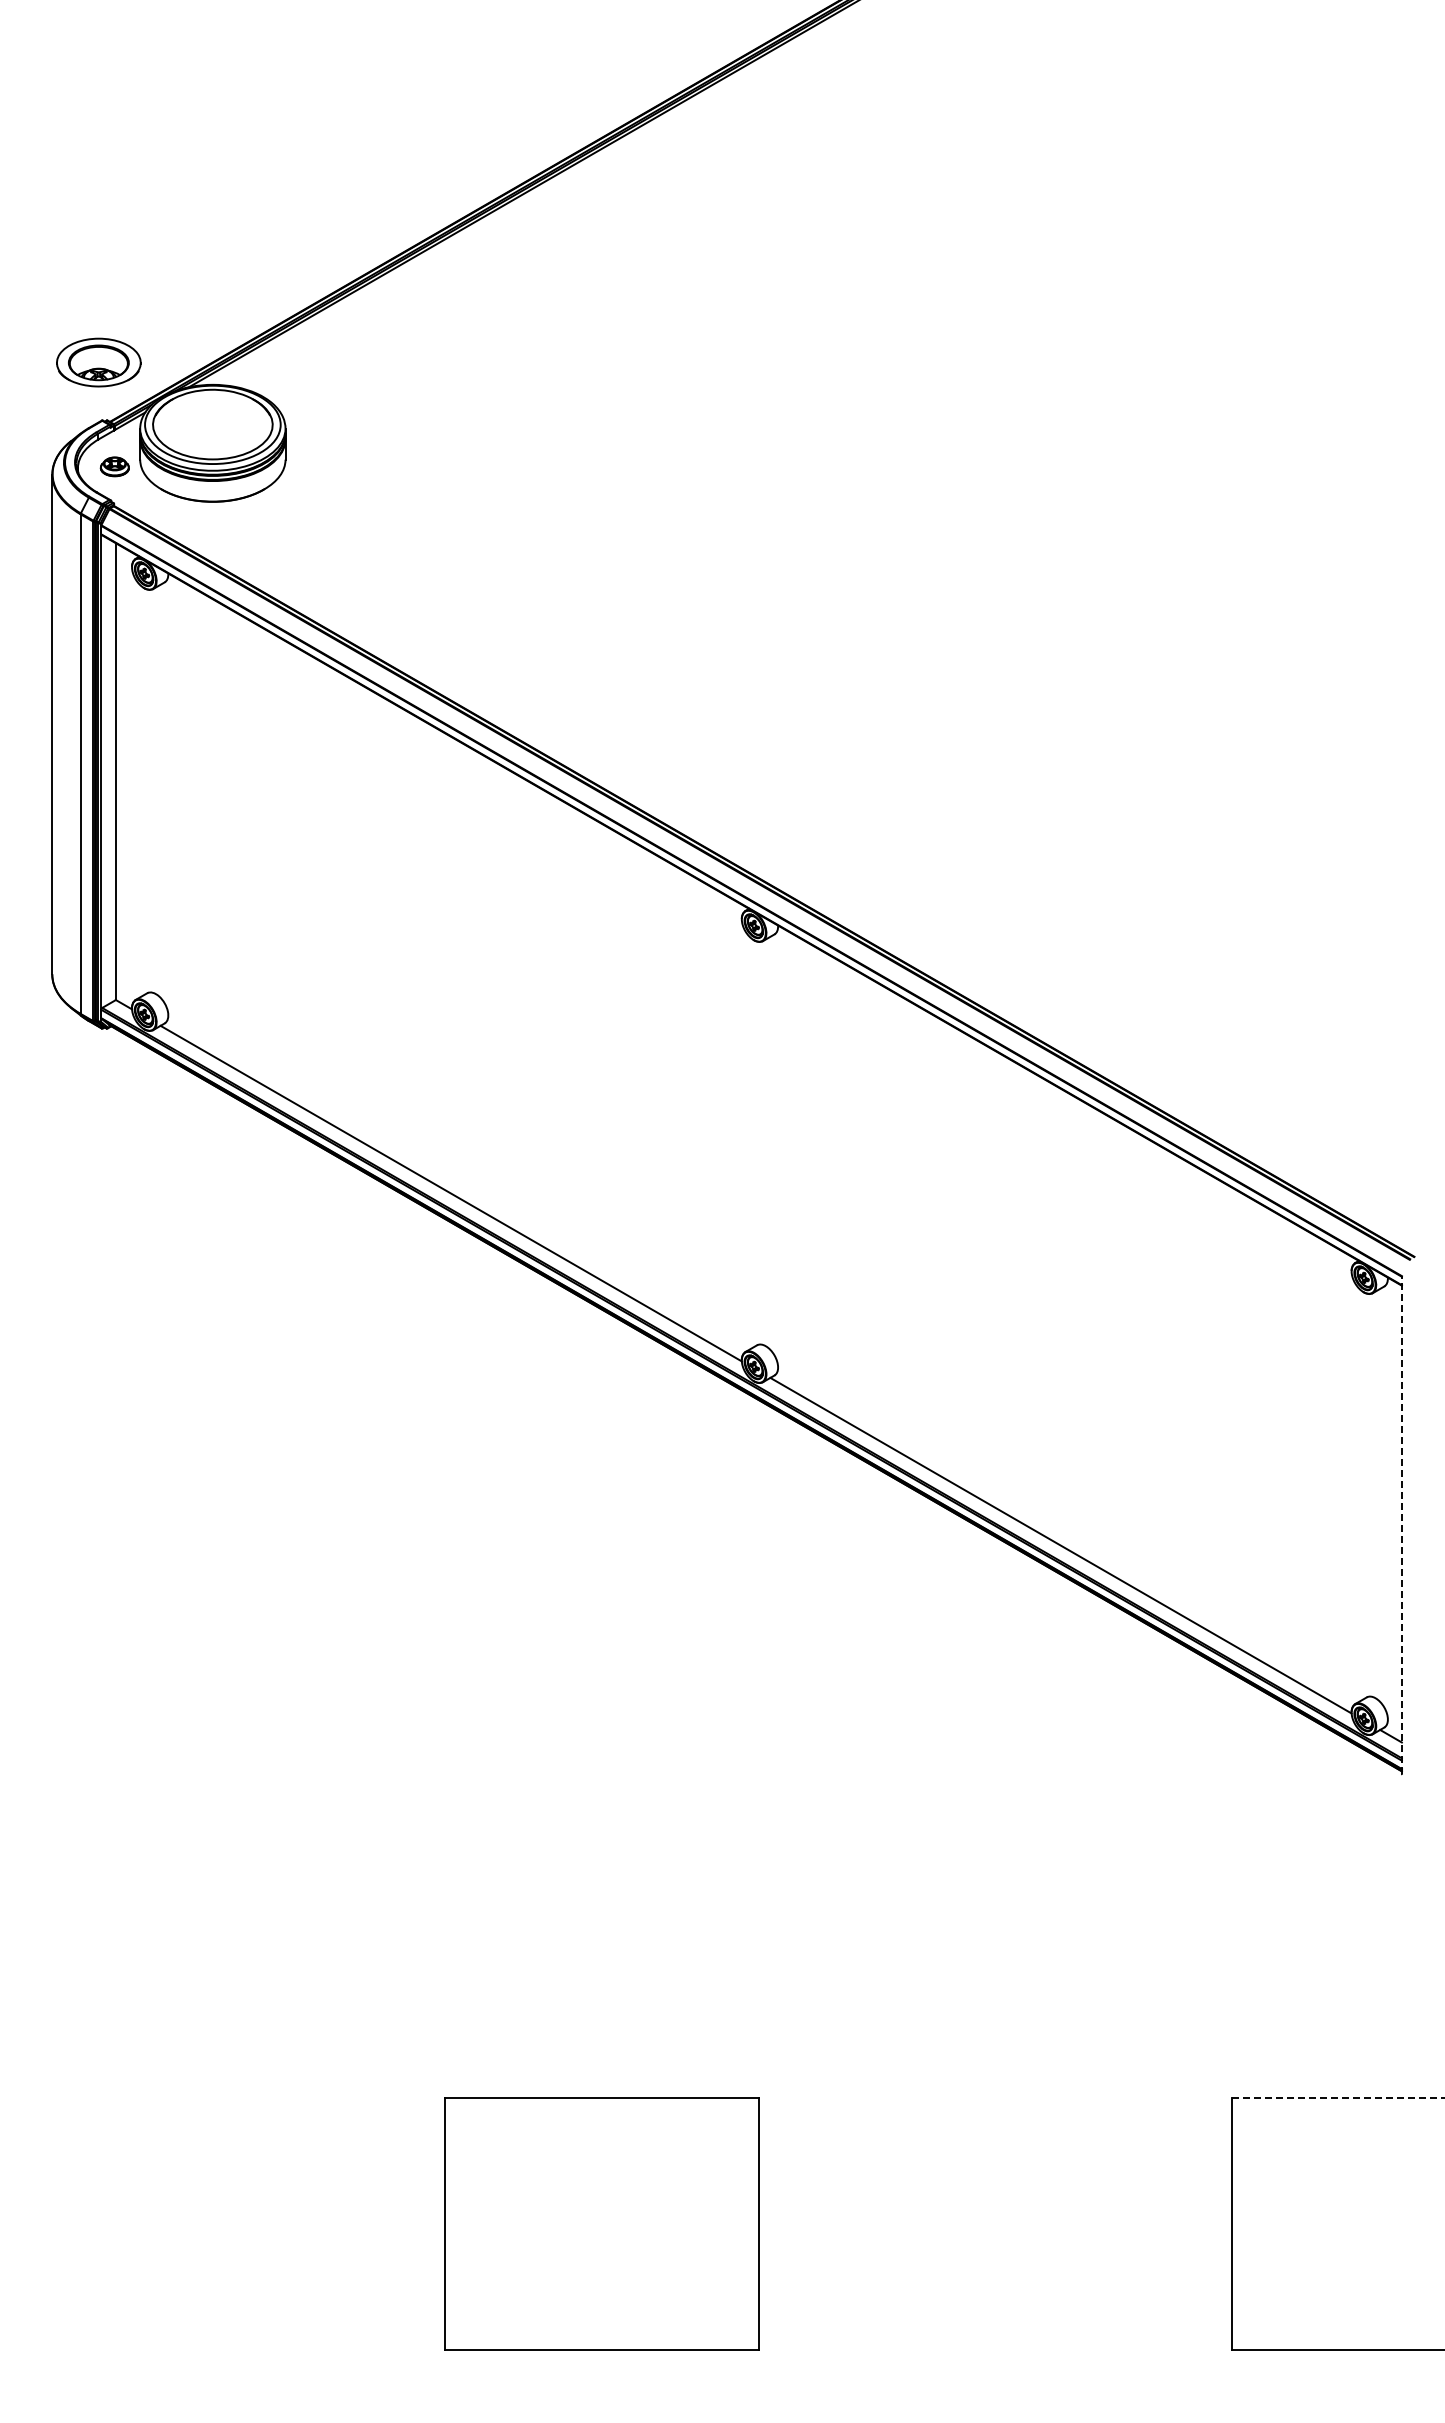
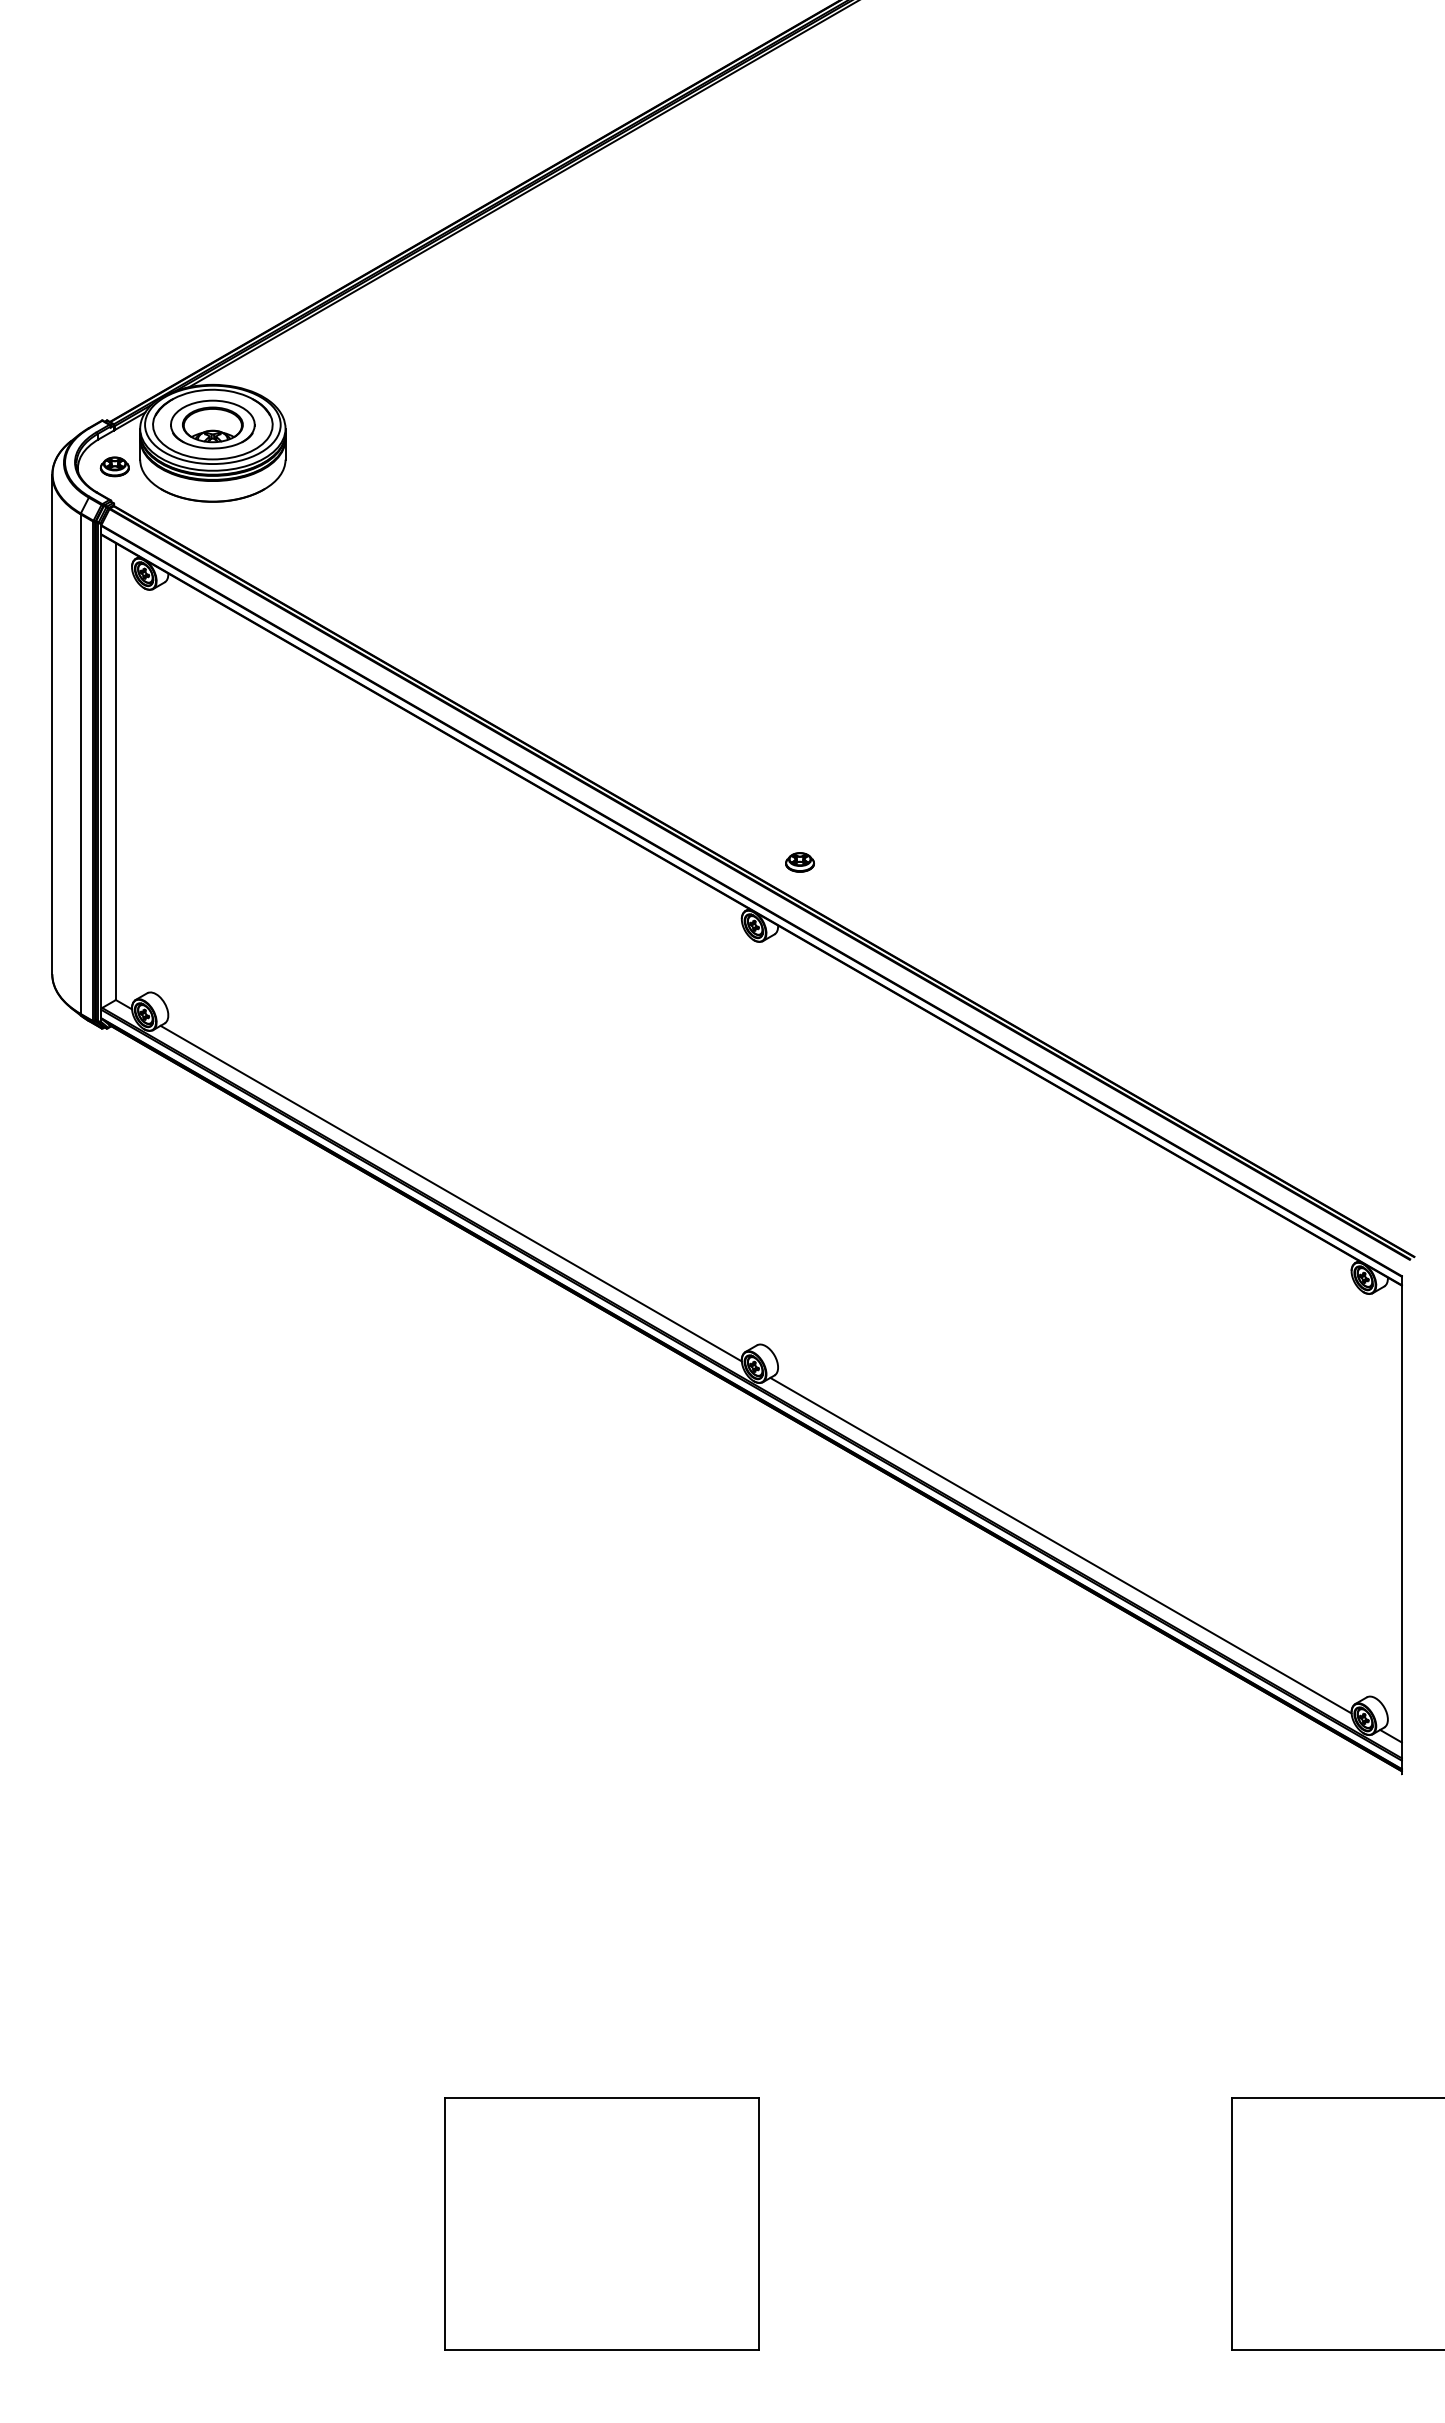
part at (98, 362) position: (98, 362) -> (212, 424)
part at (799, 862): none -> present
line at (1401, 1524): dashed -> solid
line at (1338, 2098): dashed -> solid
